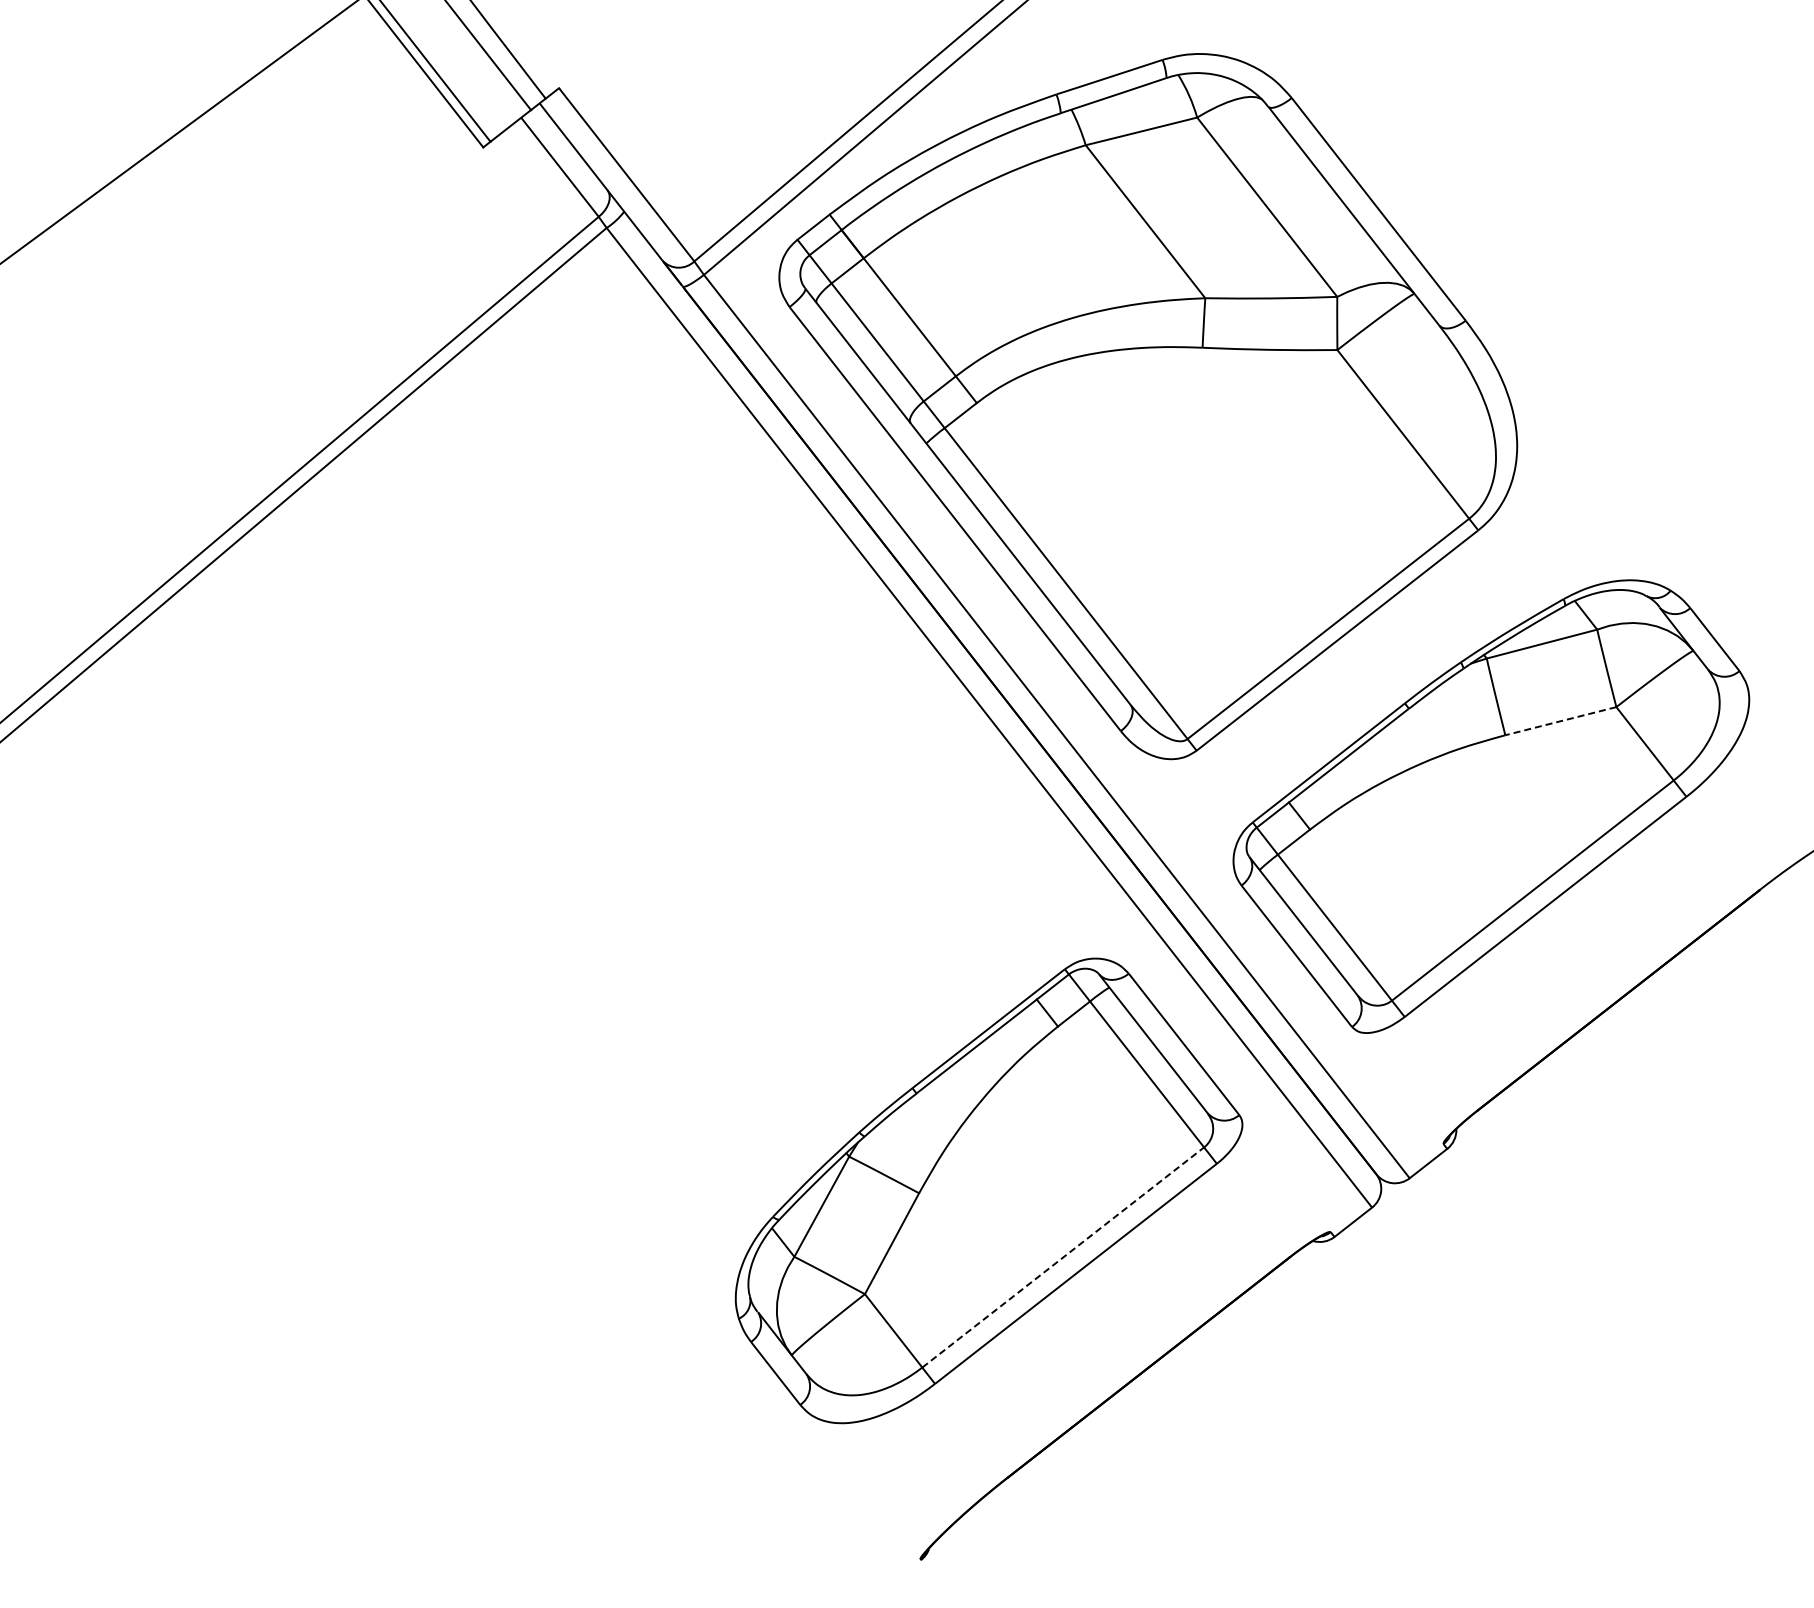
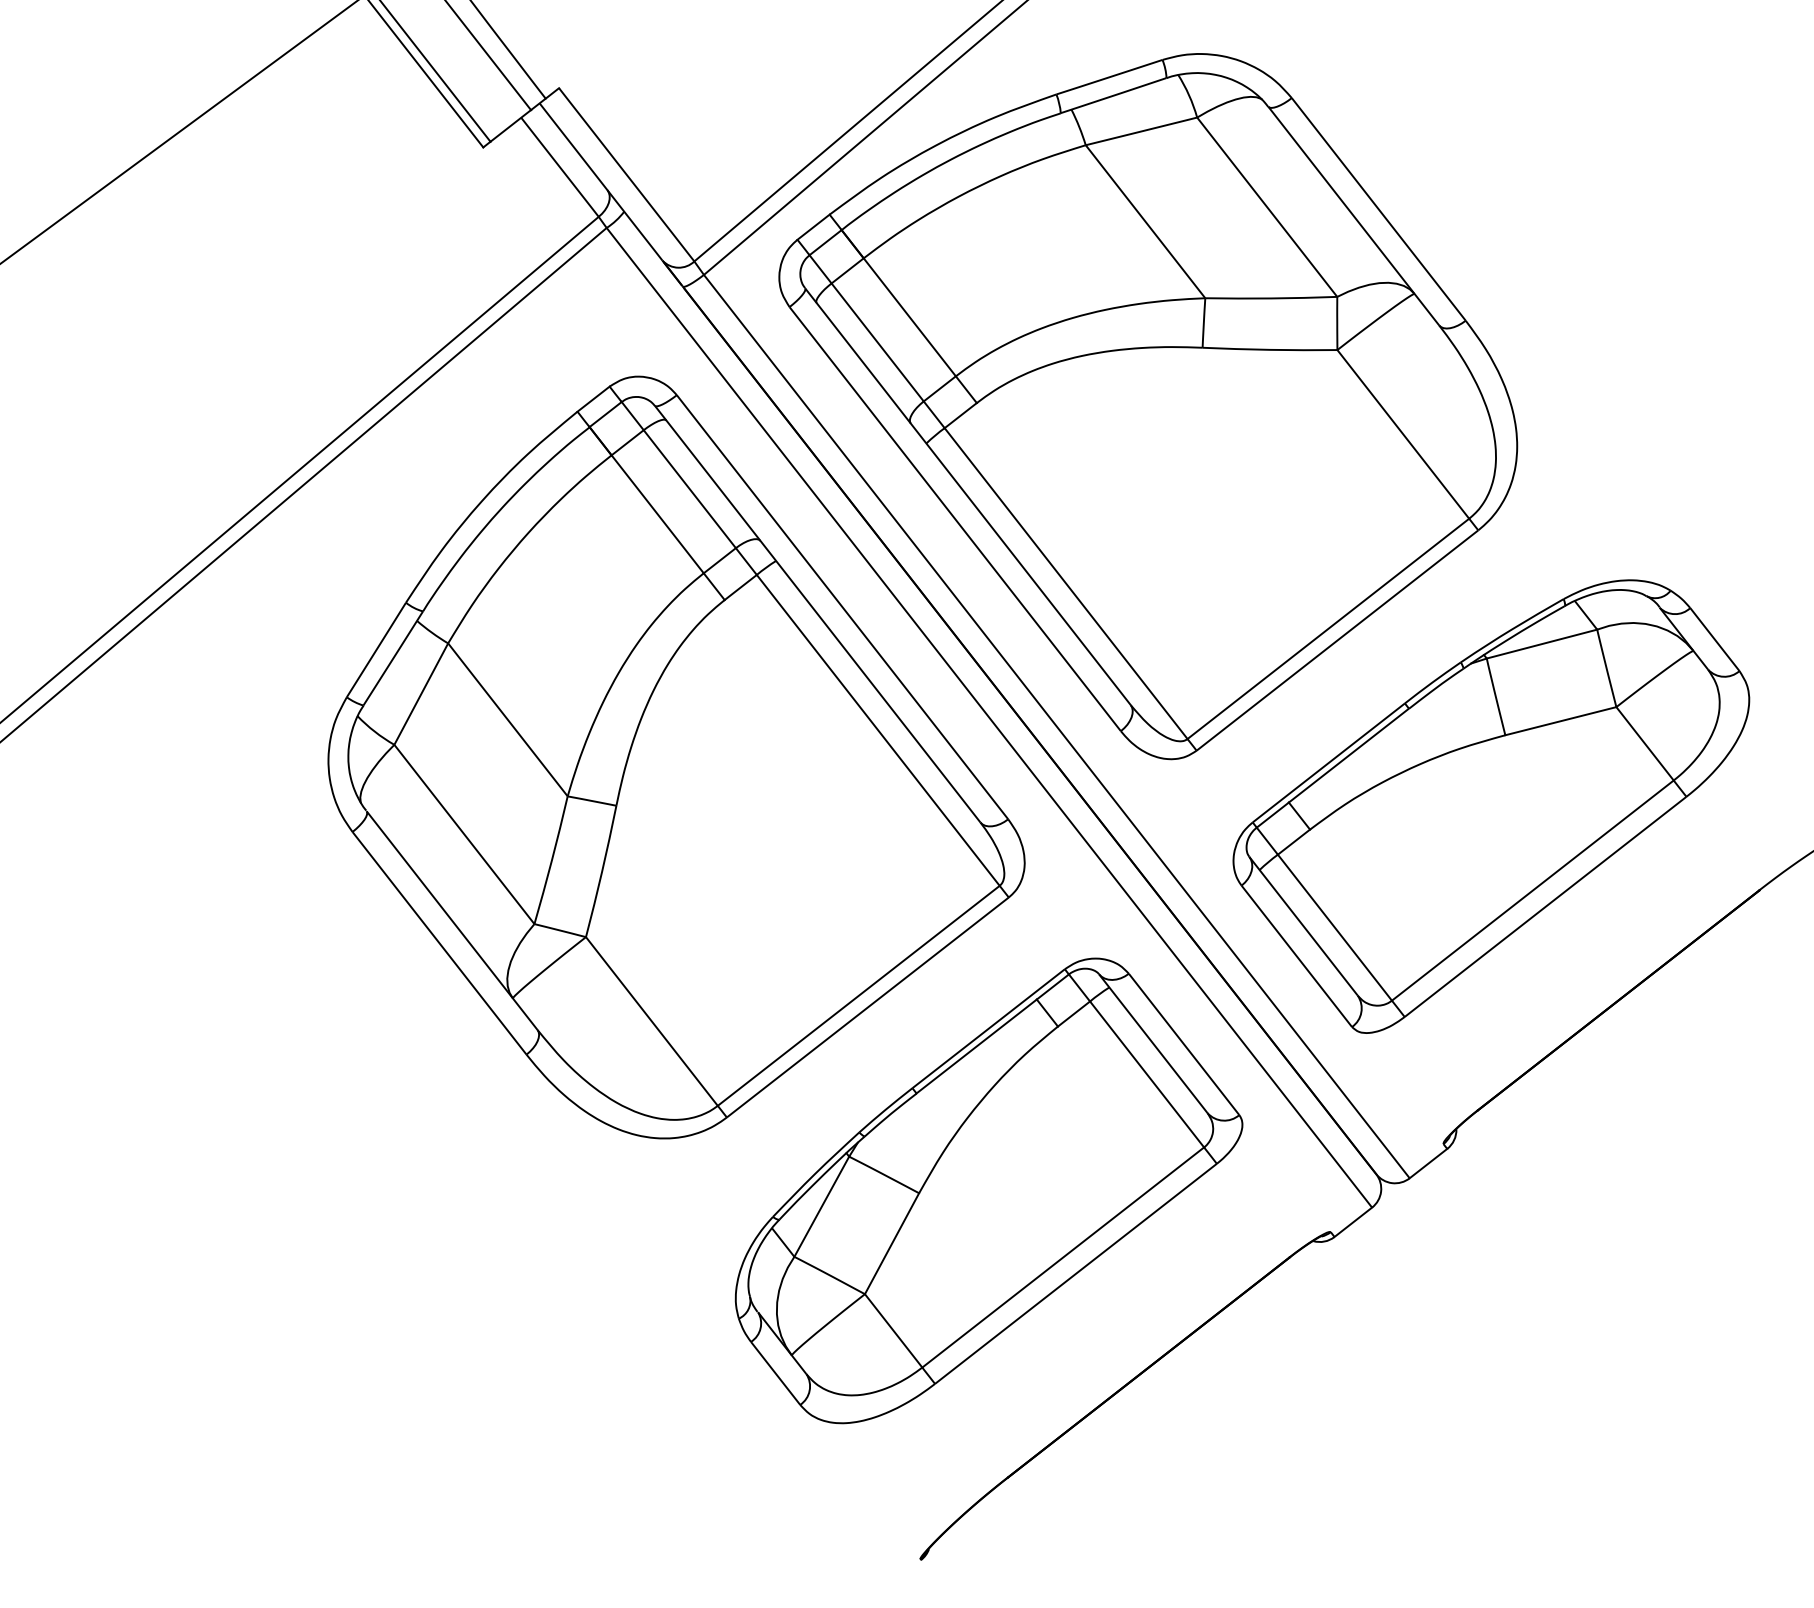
line at (1560, 721): dashed -> solid
part at (676, 757): none -> present
line at (1063, 1257): dashed -> solid
